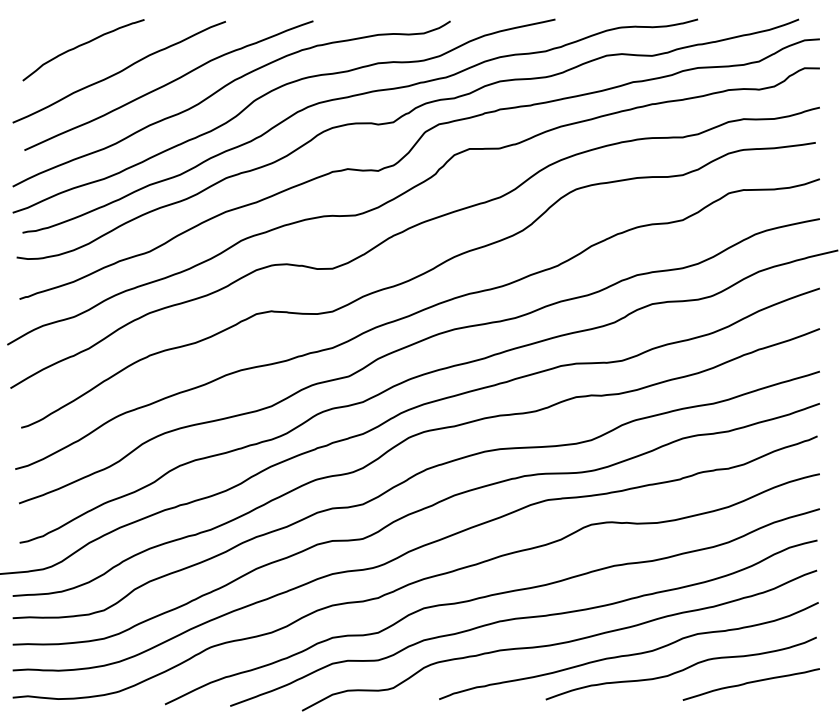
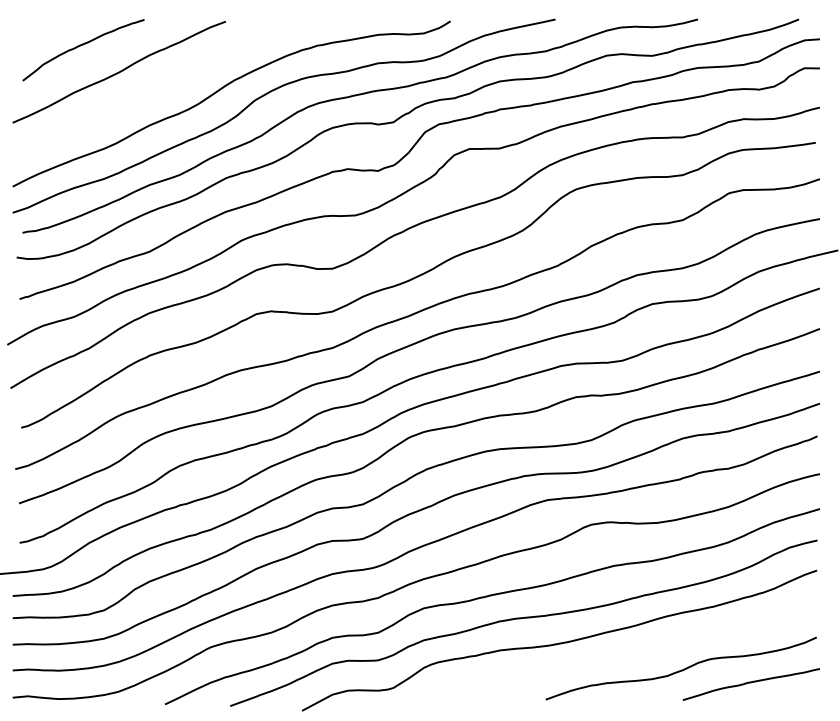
curve at (168, 84): present -> none
curve at (628, 654): present -> none
